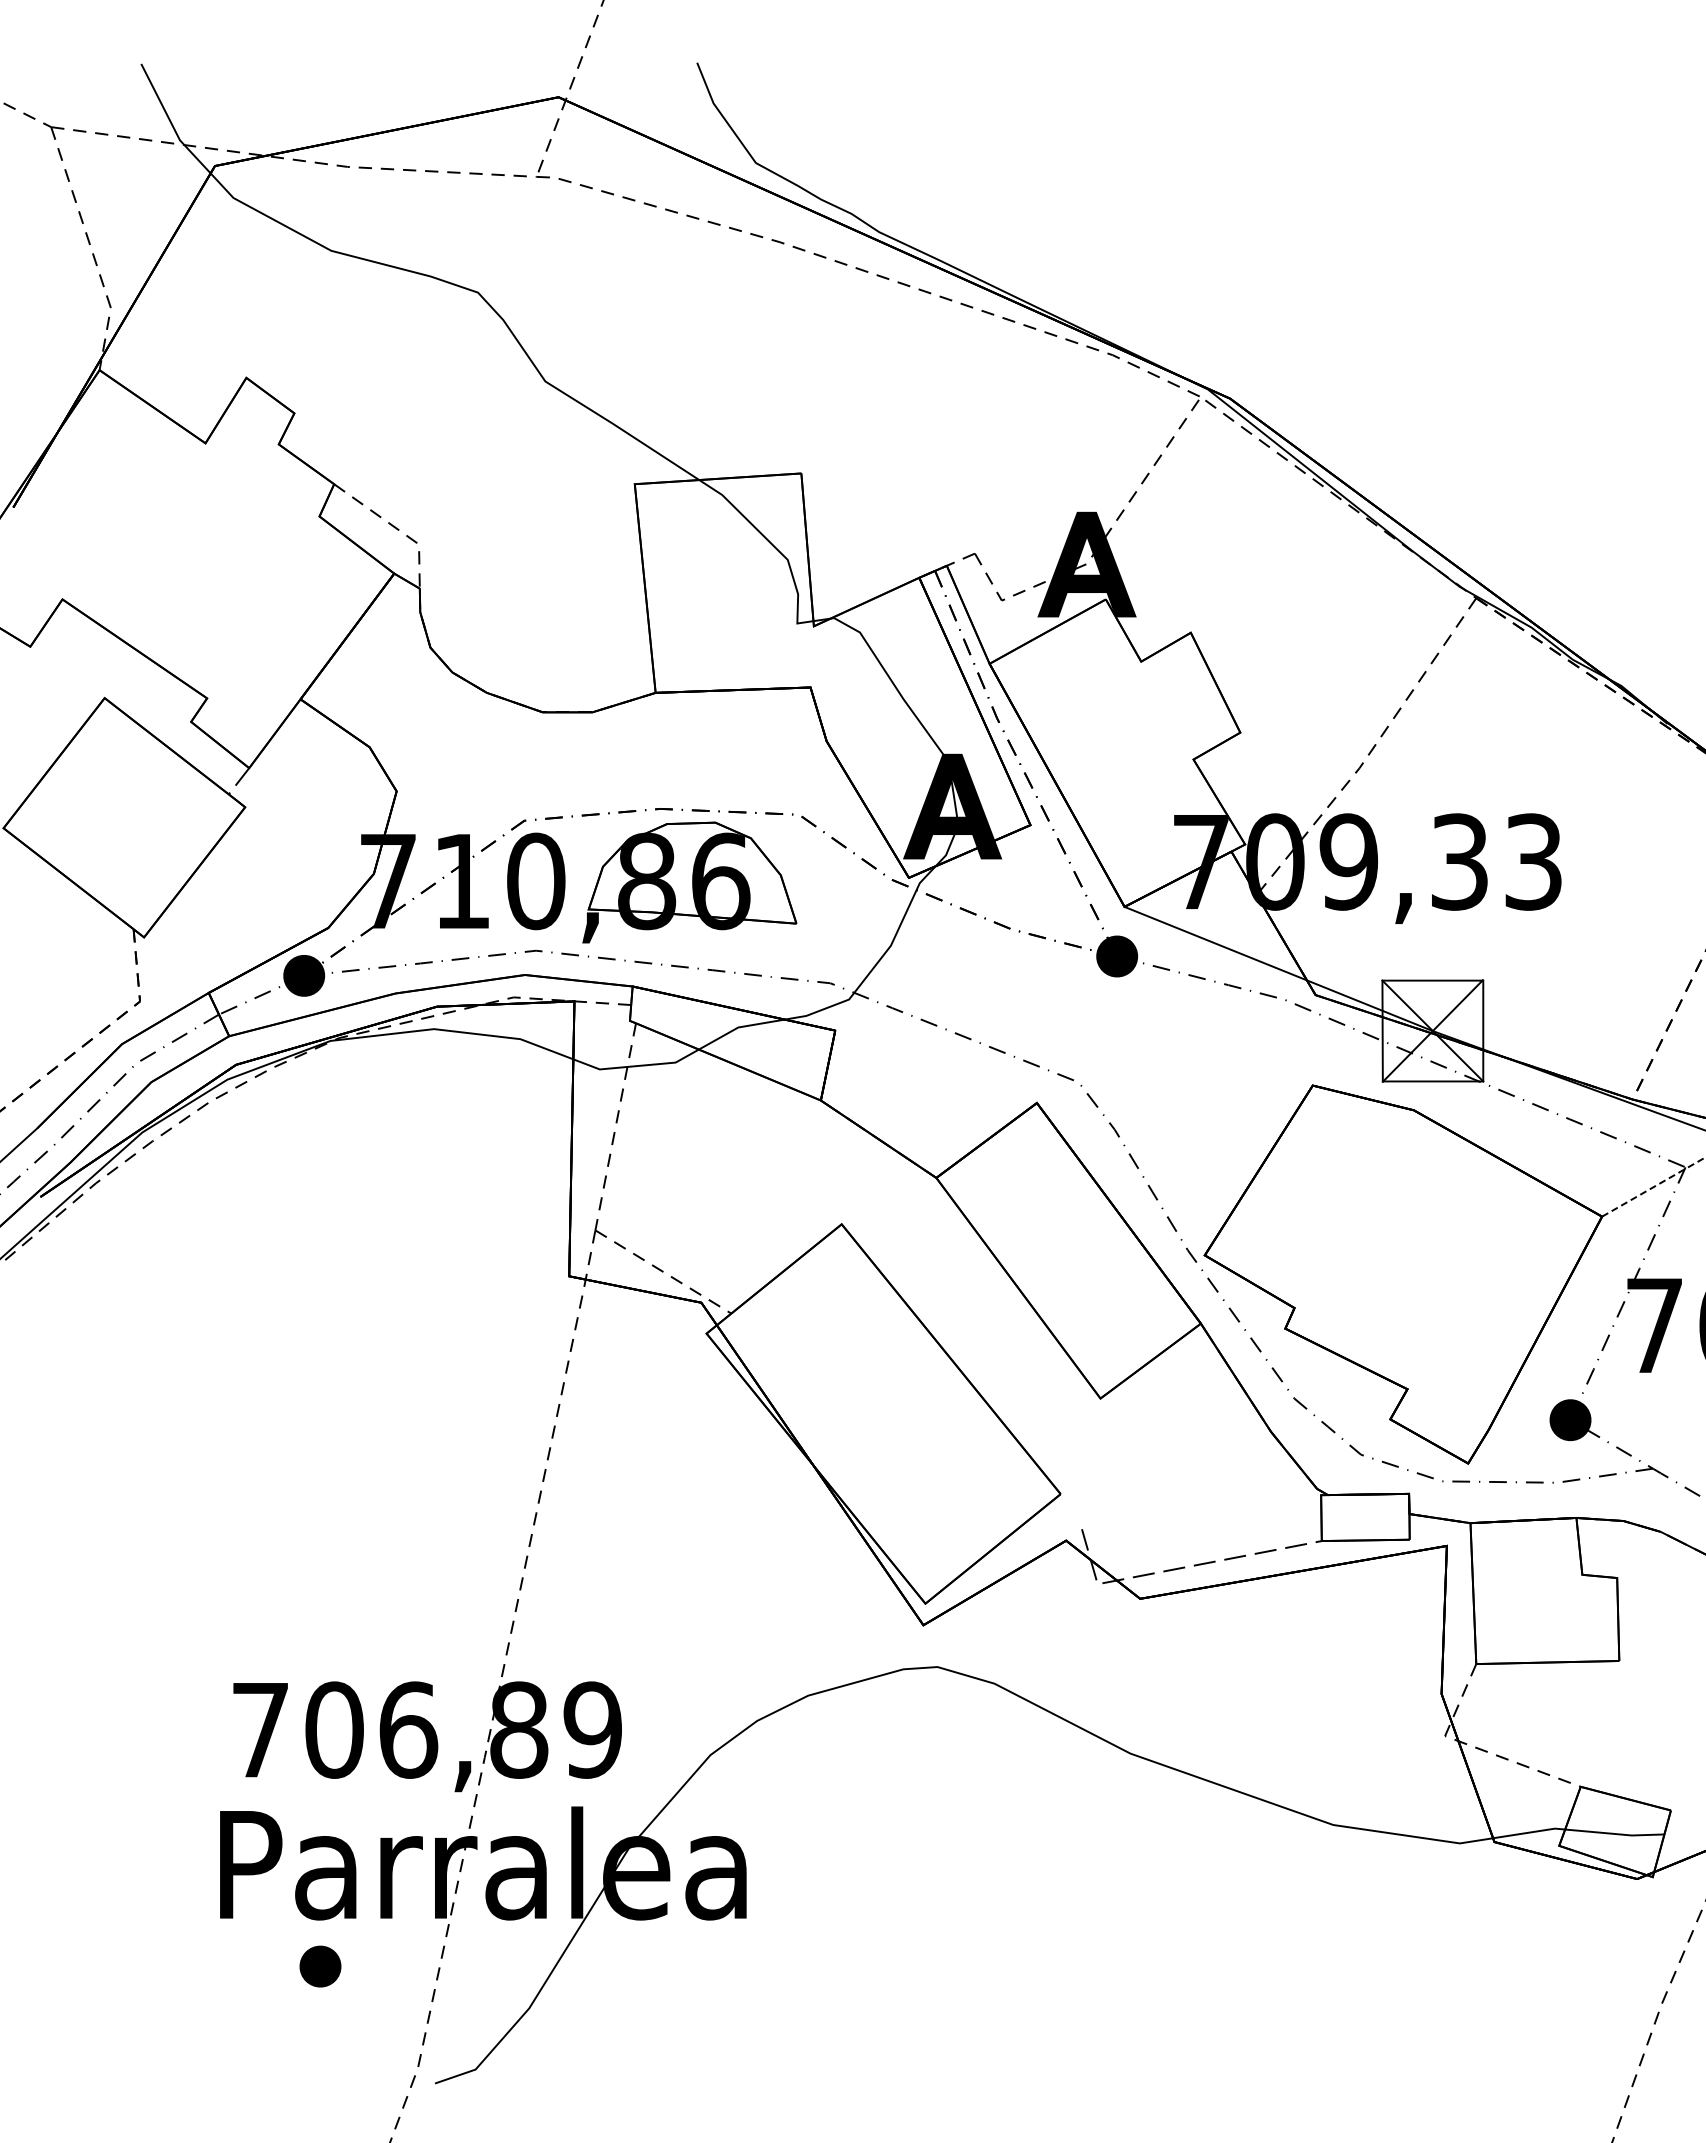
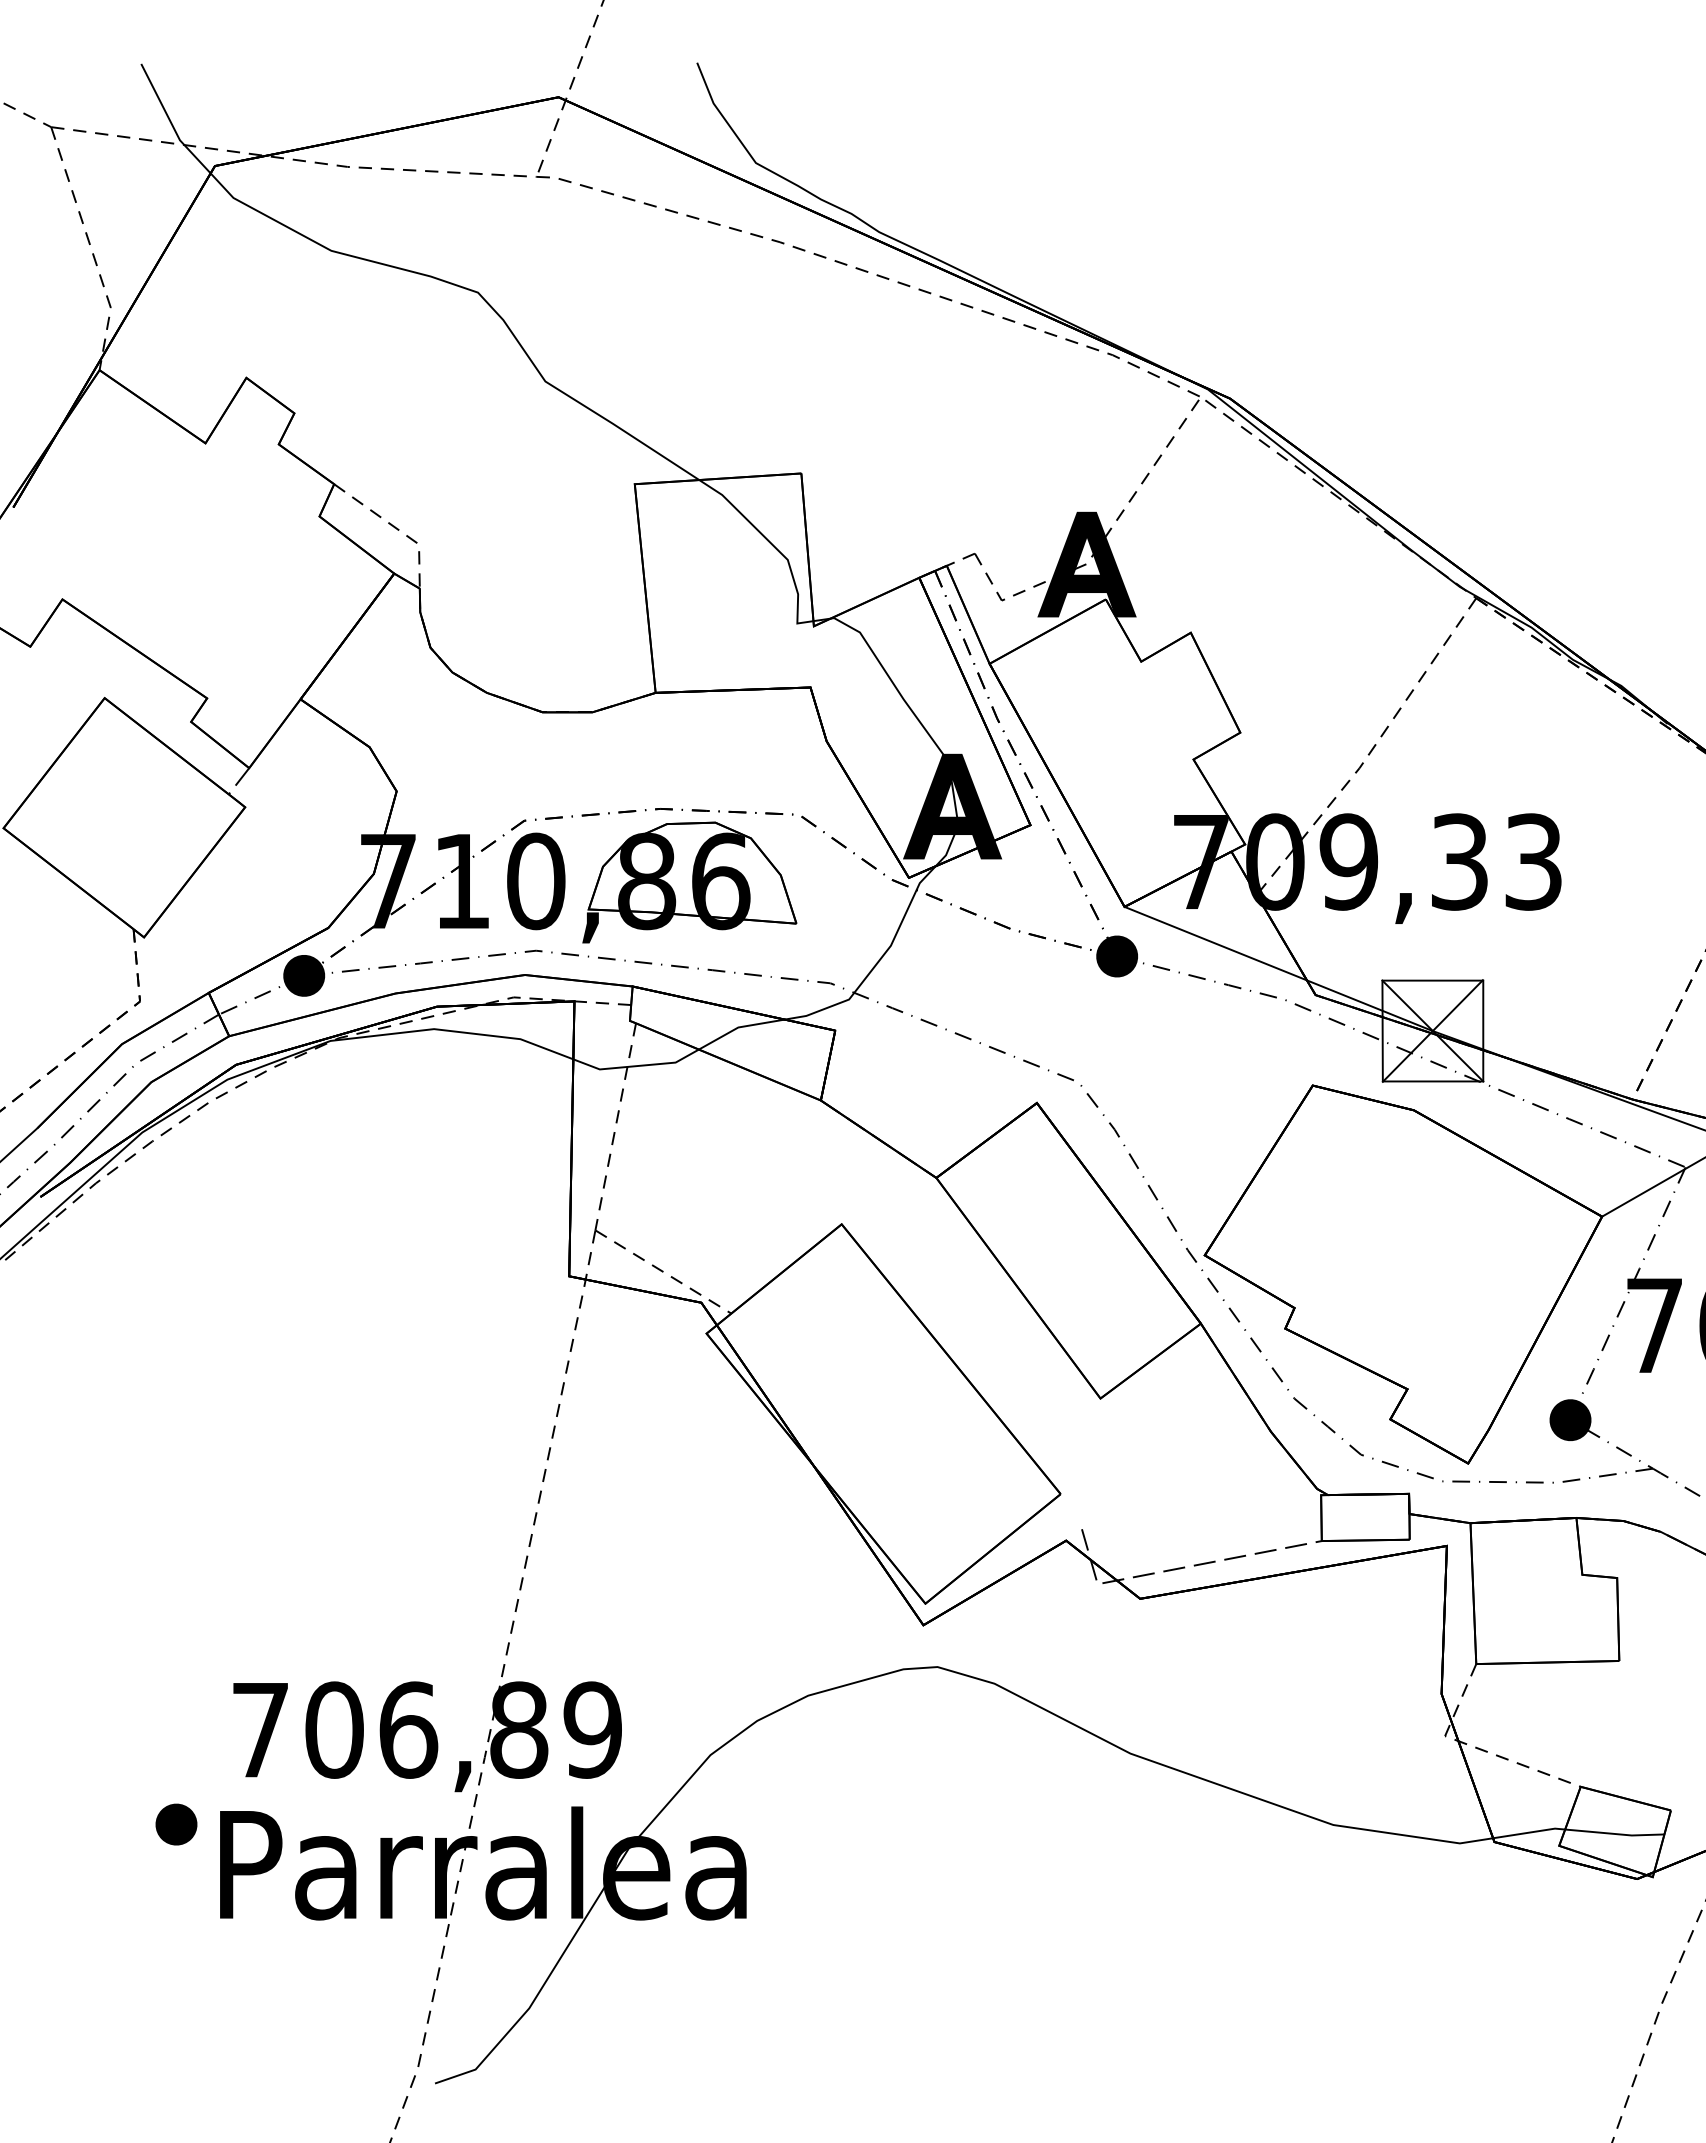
line at (1653, 1186): dashed -> solid
part at (320, 1966) position: (320, 1966) -> (176, 1824)
